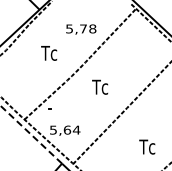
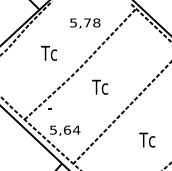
text at (81, 29) position: (81, 29) -> (85, 23)
line at (30, 134): dashed -> solid
text at (147, 146) position: (147, 146) -> (147, 139)
